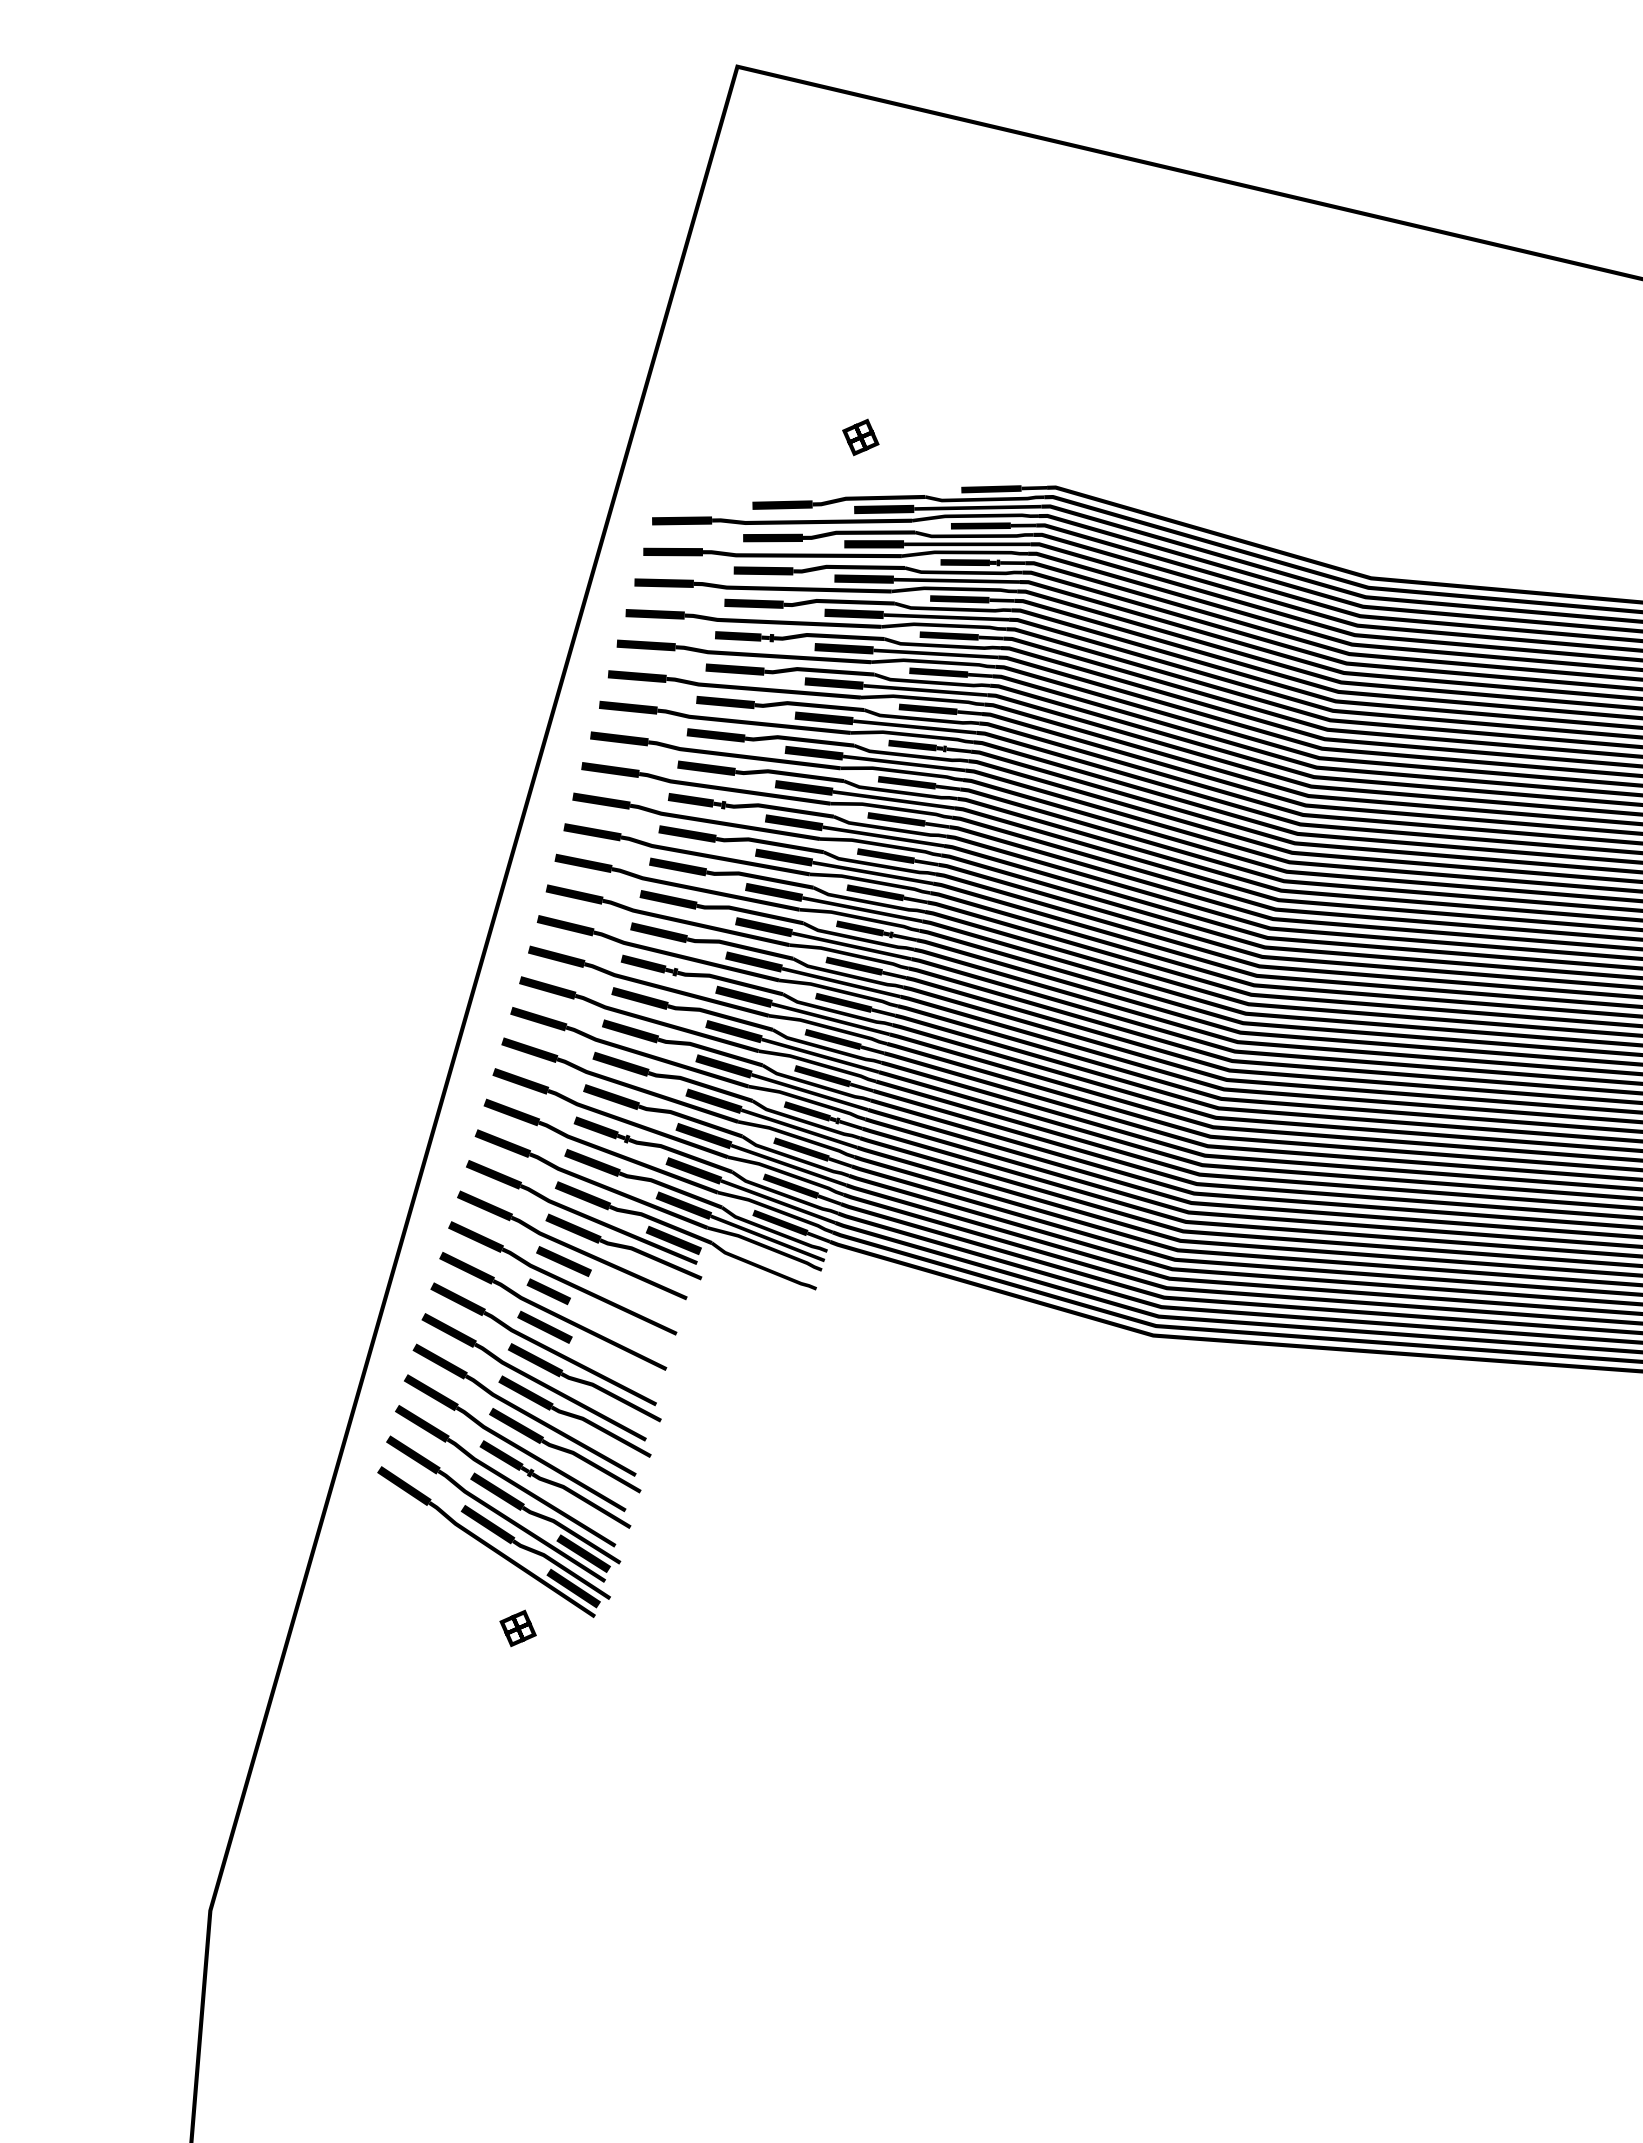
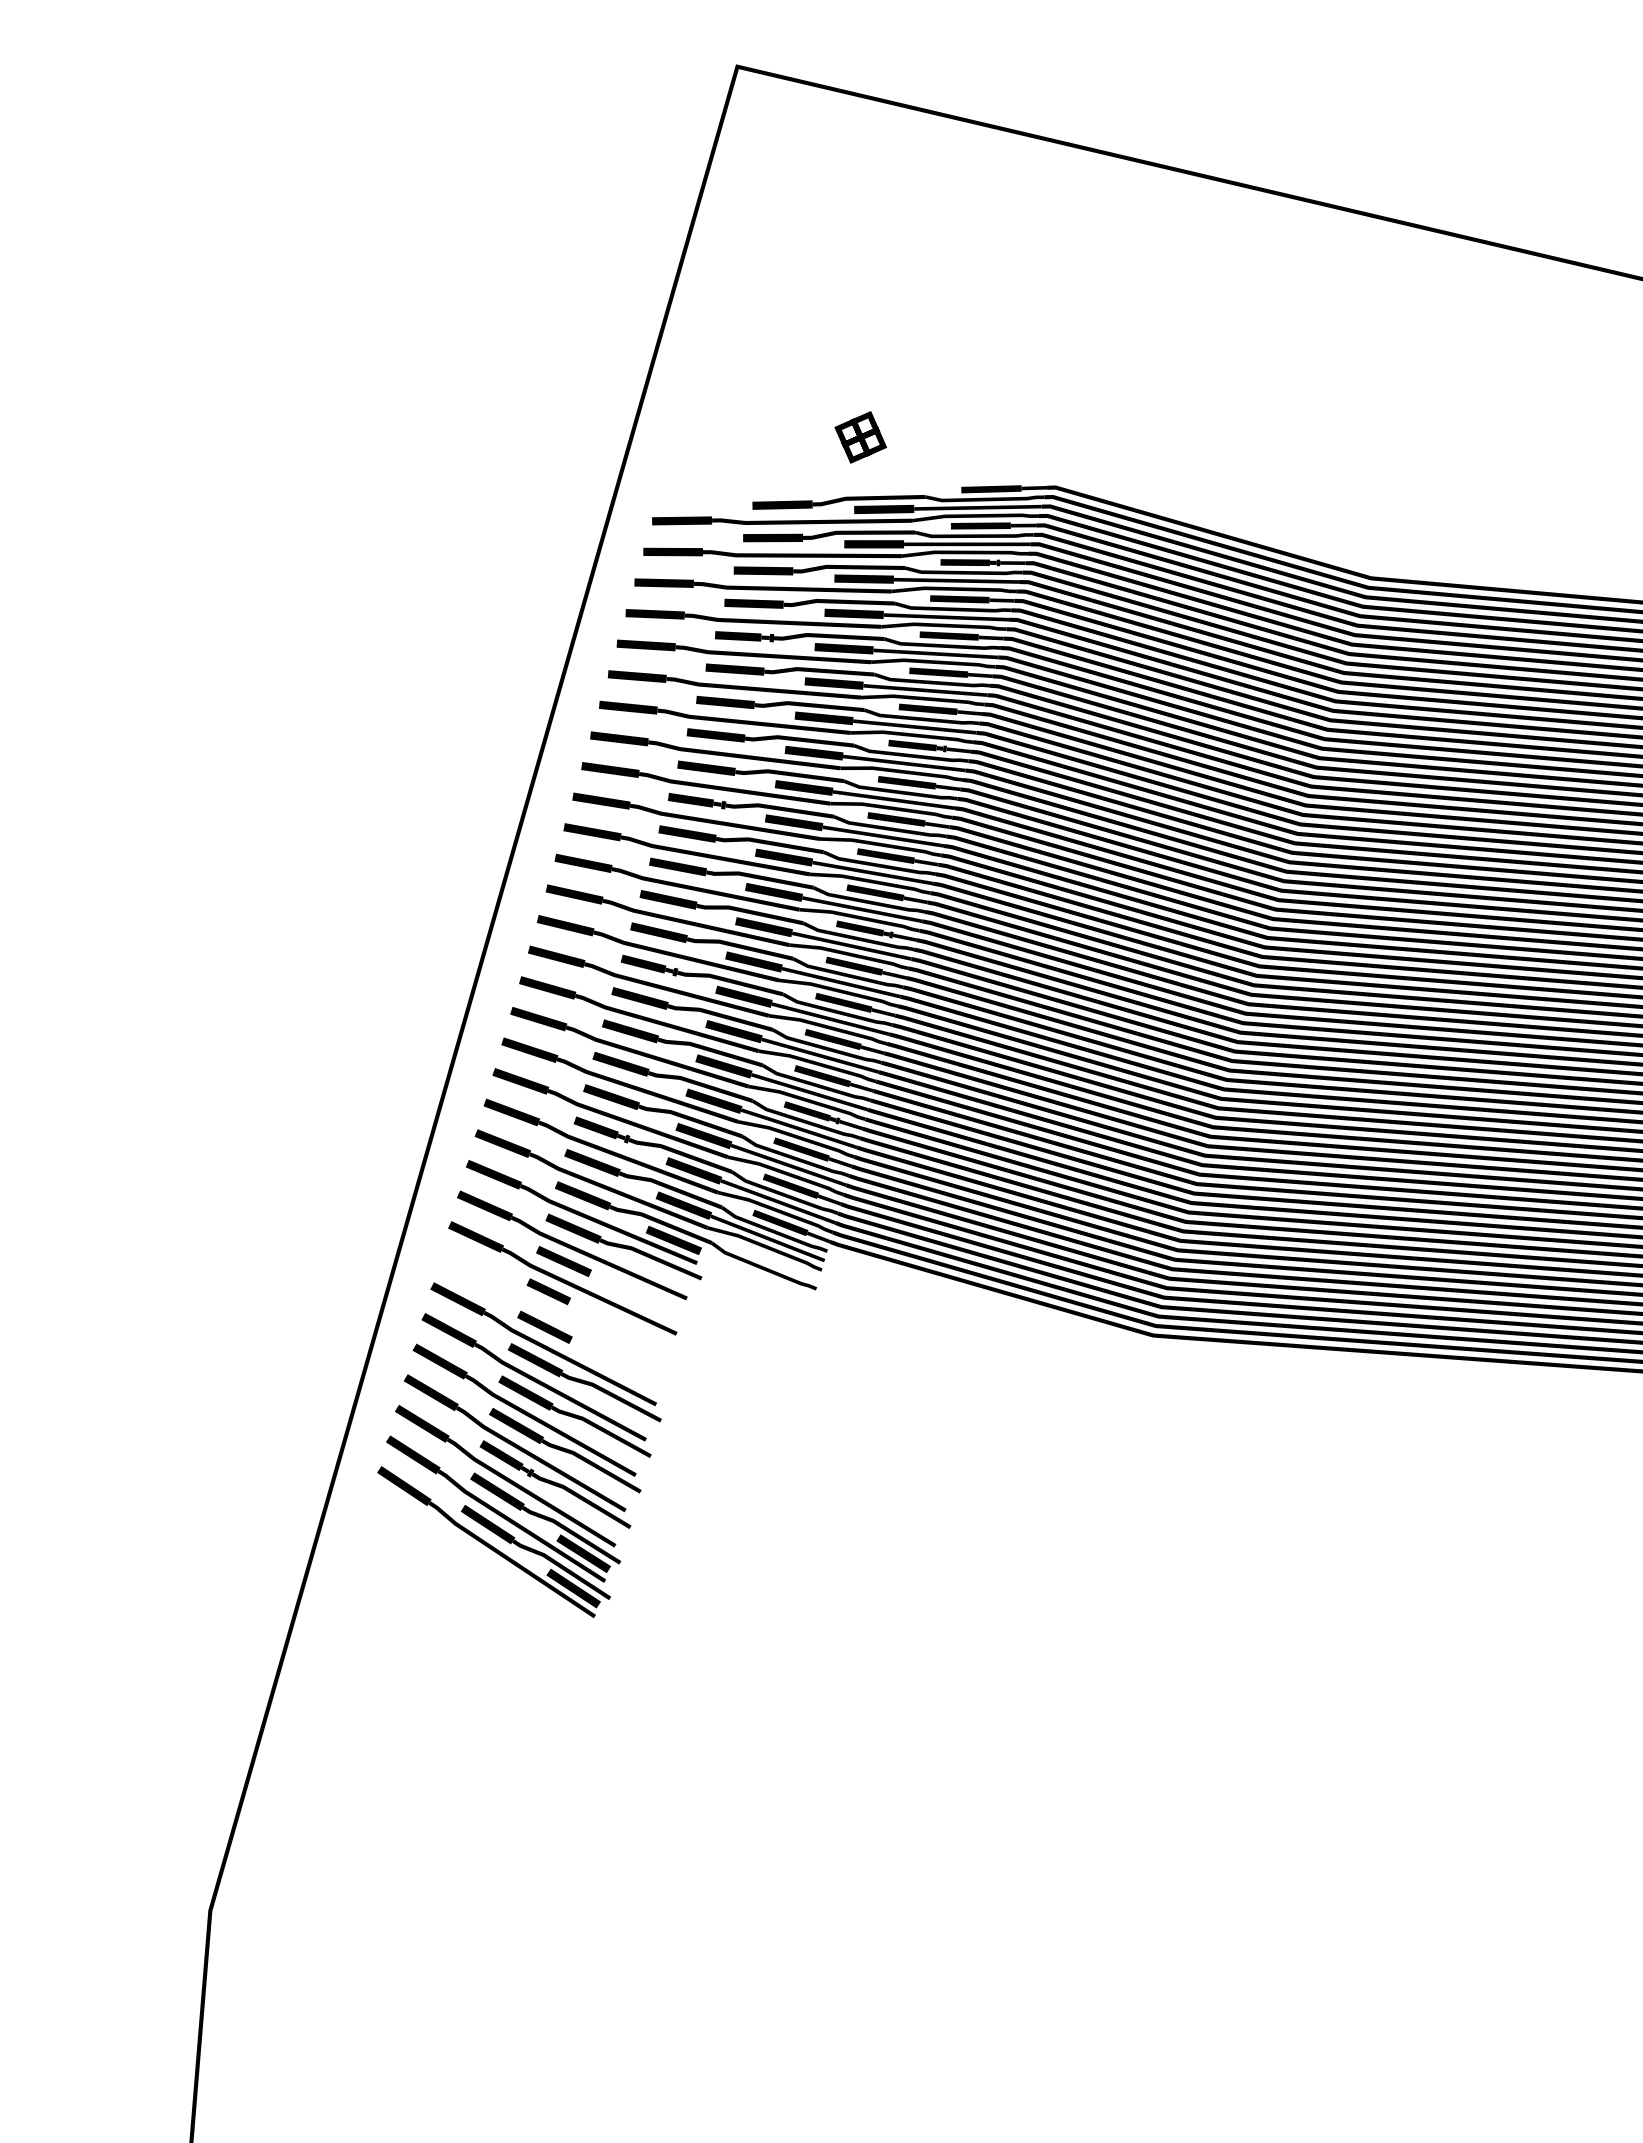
part at (860, 437) size: 38x39 px -> 54x53 px
part at (553, 1311): present -> none
part at (517, 1627): present -> none
